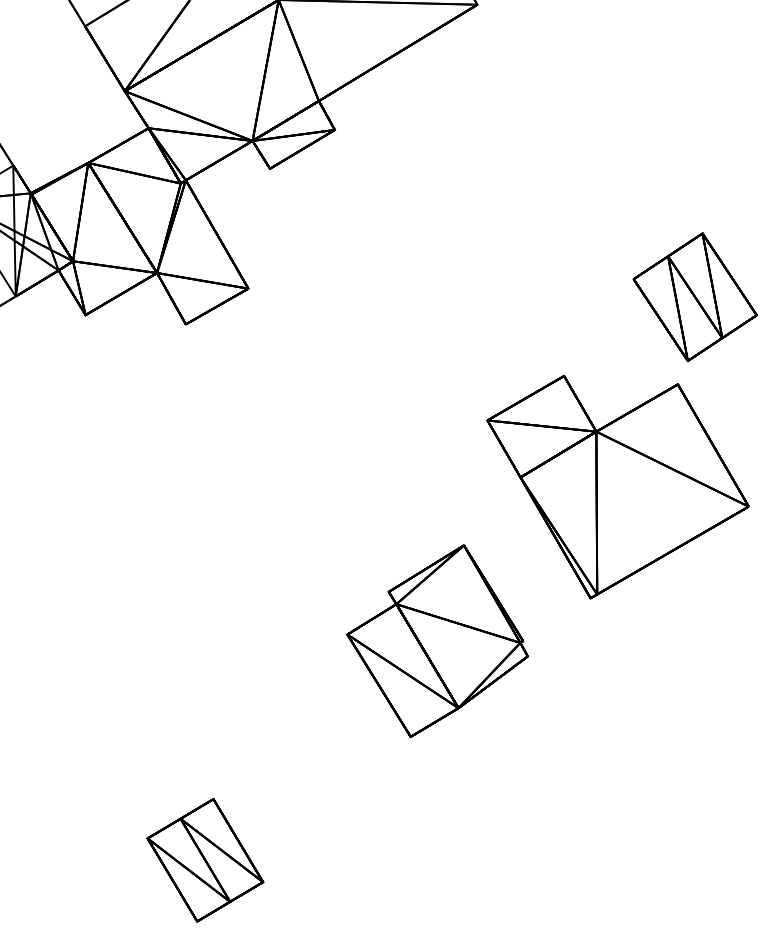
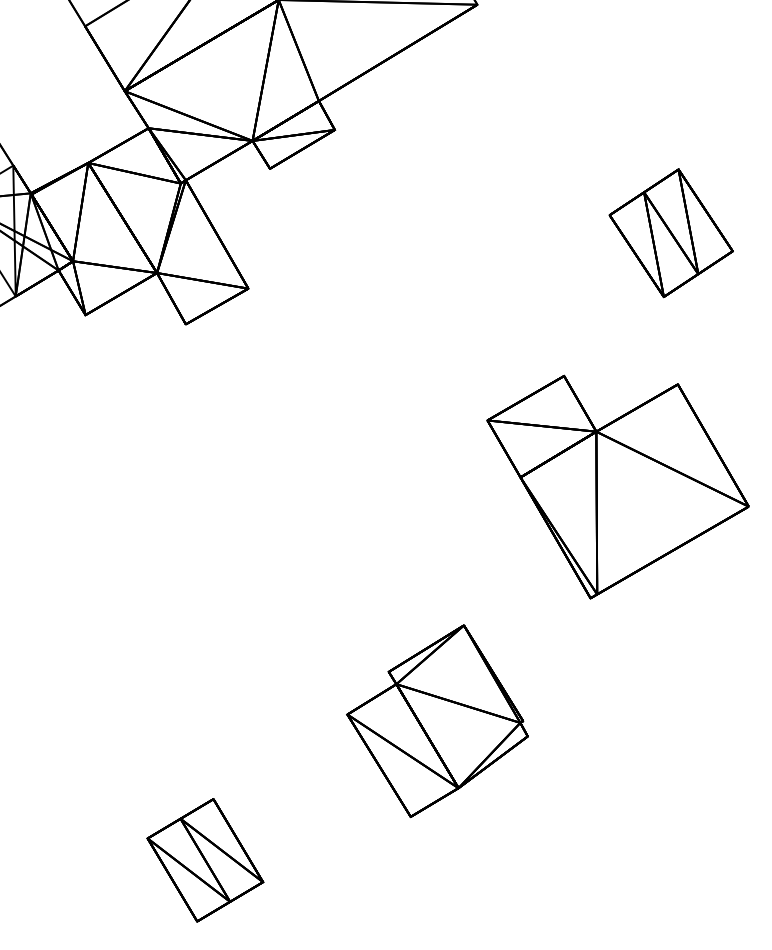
part at (694, 297) position: (694, 297) -> (670, 233)
part at (437, 640) position: (437, 640) -> (437, 720)
